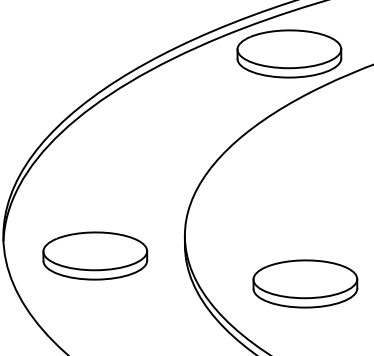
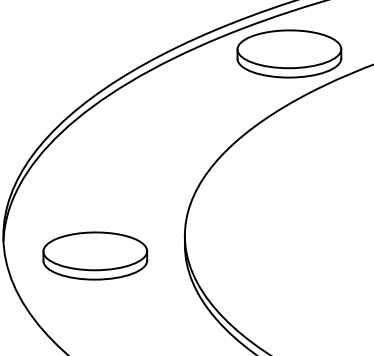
part at (305, 283): present -> none
